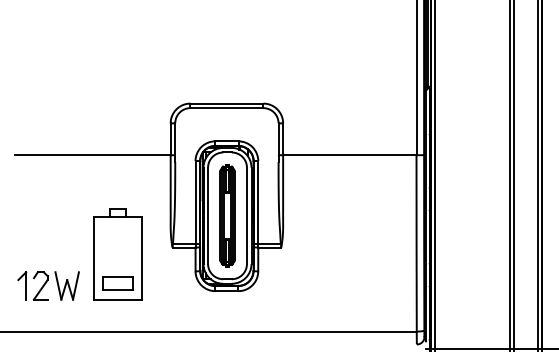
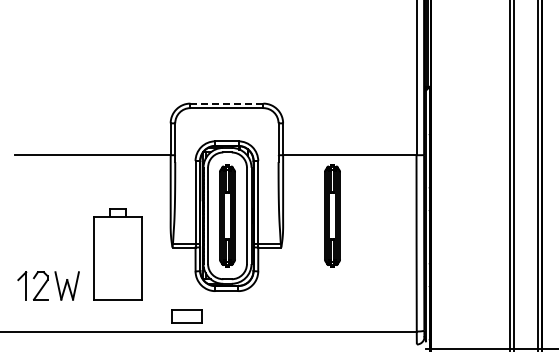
line at (227, 103): solid -> dashed
line at (434, 175): present -> none
part at (332, 215): none -> present
part at (117, 283) position: (117, 283) -> (186, 316)
